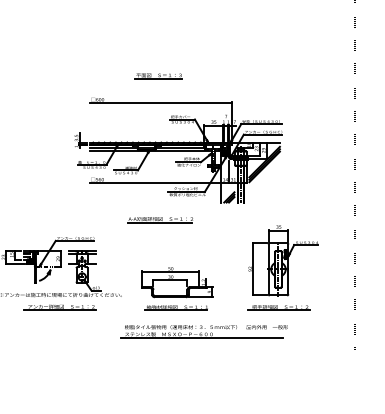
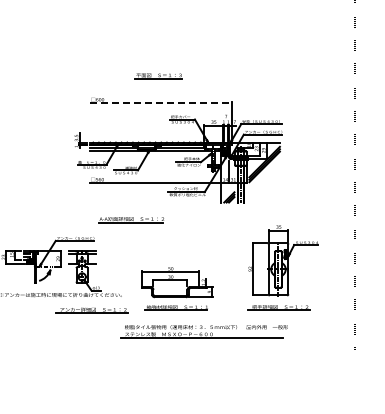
line at (161, 102): solid -> dashed
part at (159, 220) position: (159, 220) -> (130, 220)
part at (59, 307) position: (59, 307) -> (91, 310)
